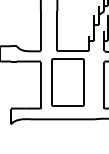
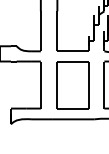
part at (67, 82) position: (67, 82) -> (72, 85)
